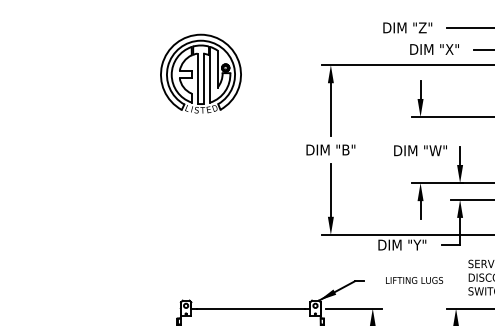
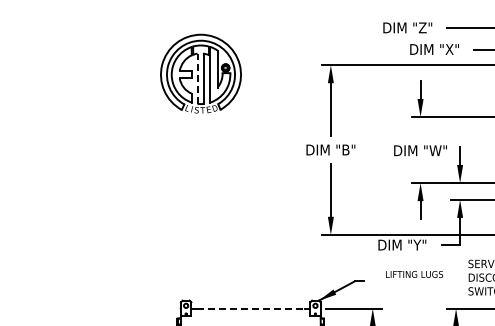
line at (197, 78): solid -> dashed
text at (414, 280) position: (414, 280) -> (414, 274)
line at (250, 308): solid -> dashed
